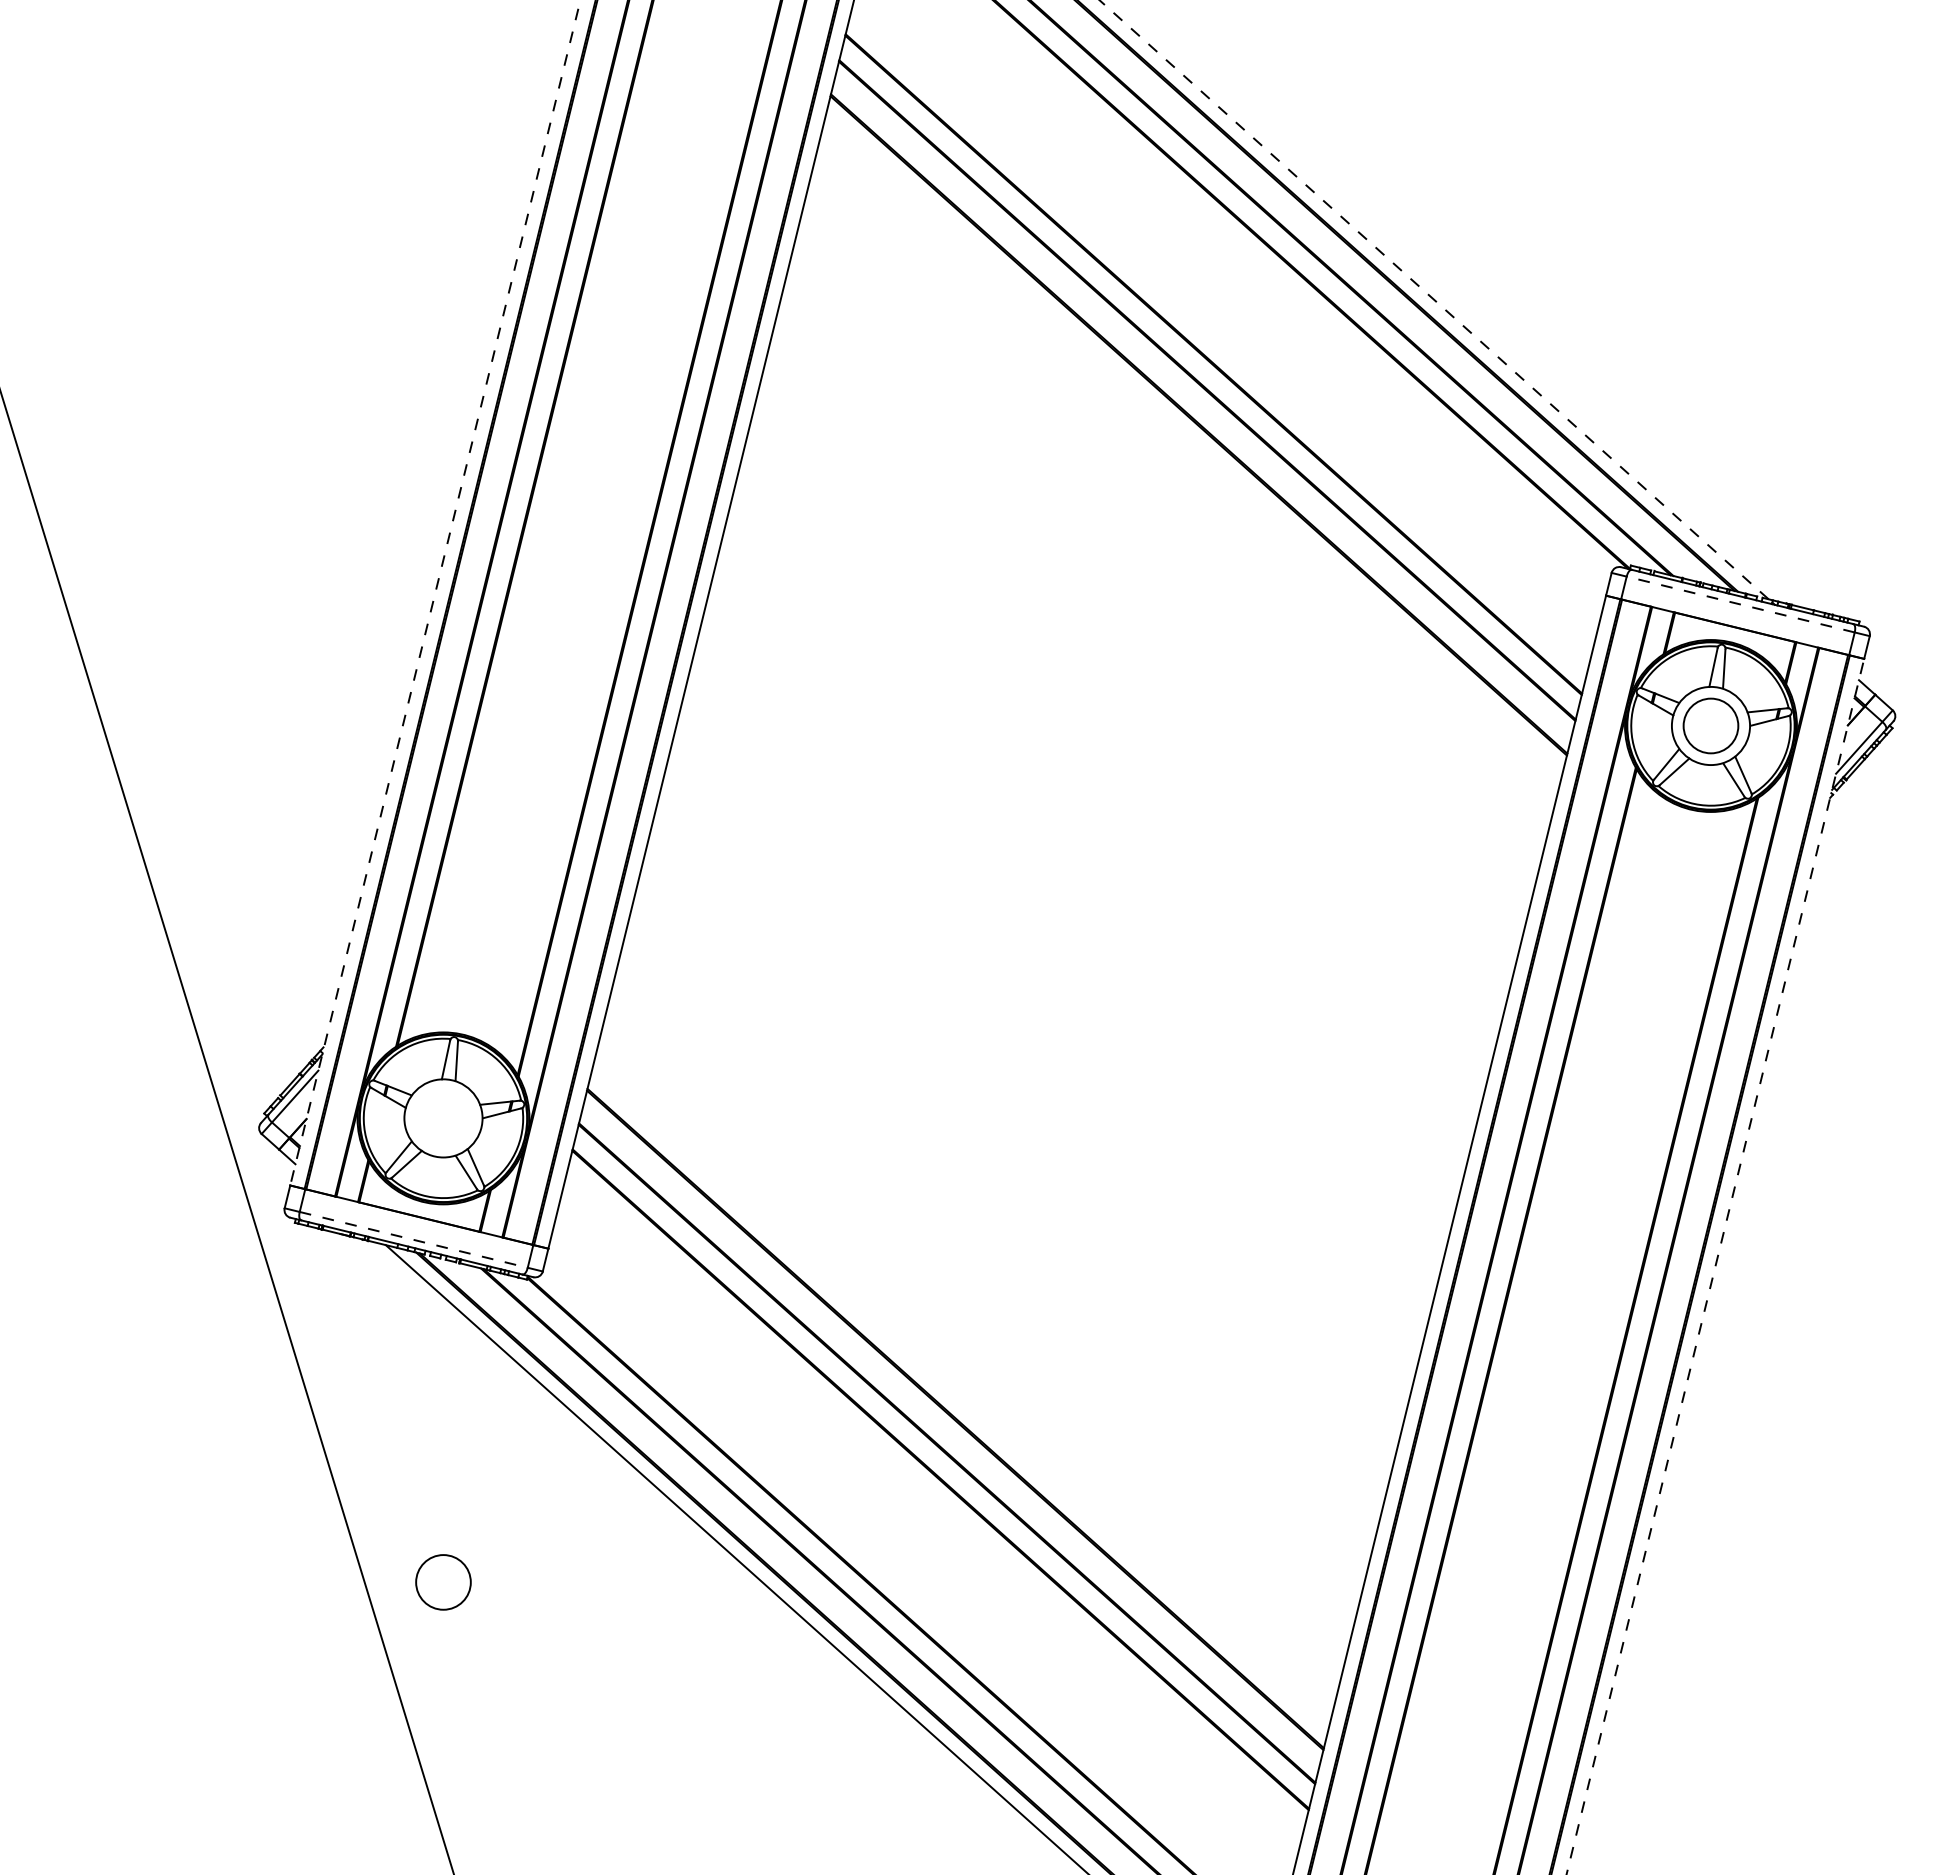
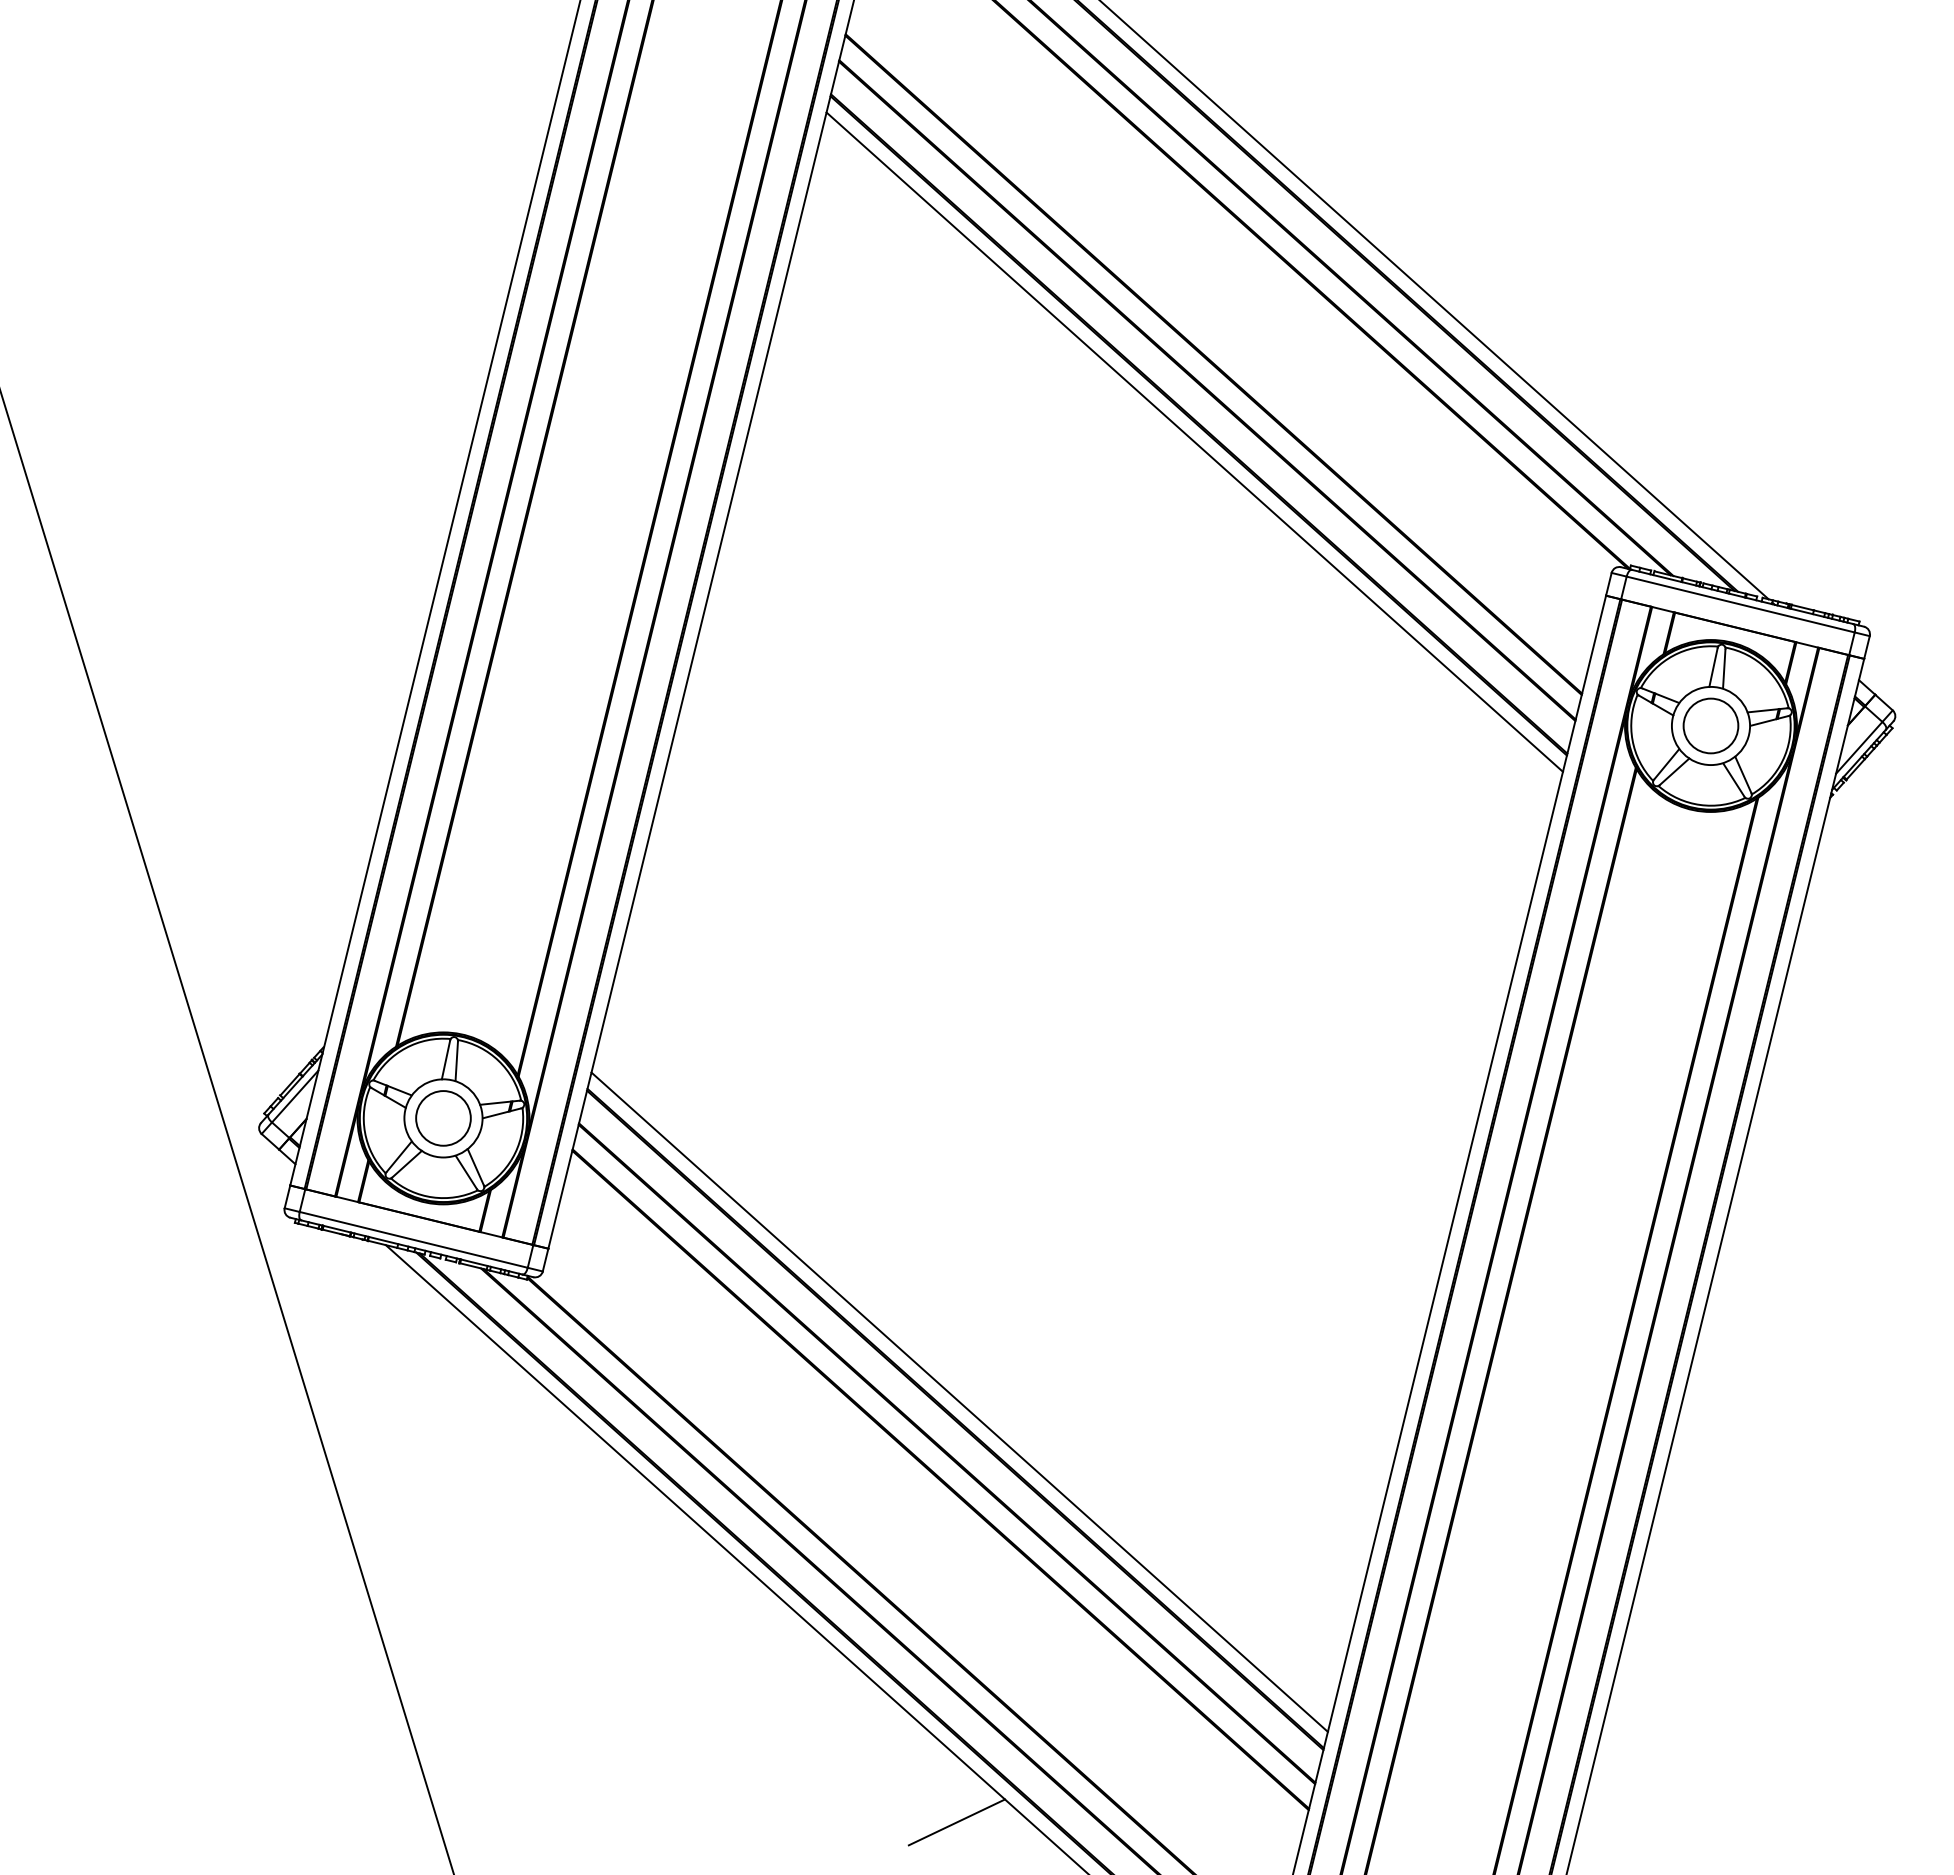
line at (1434, 299): dashed -> solid
line at (1194, 441): none -> present
line at (435, 593): dashed -> solid
line at (1740, 604): dashed -> solid
line at (414, 1240): dashed -> solid
line at (1715, 1266): dashed -> solid
line at (959, 1401): none -> present
circle at (443, 1582) position: (443, 1582) -> (443, 1118)
line at (956, 1822): none -> present
